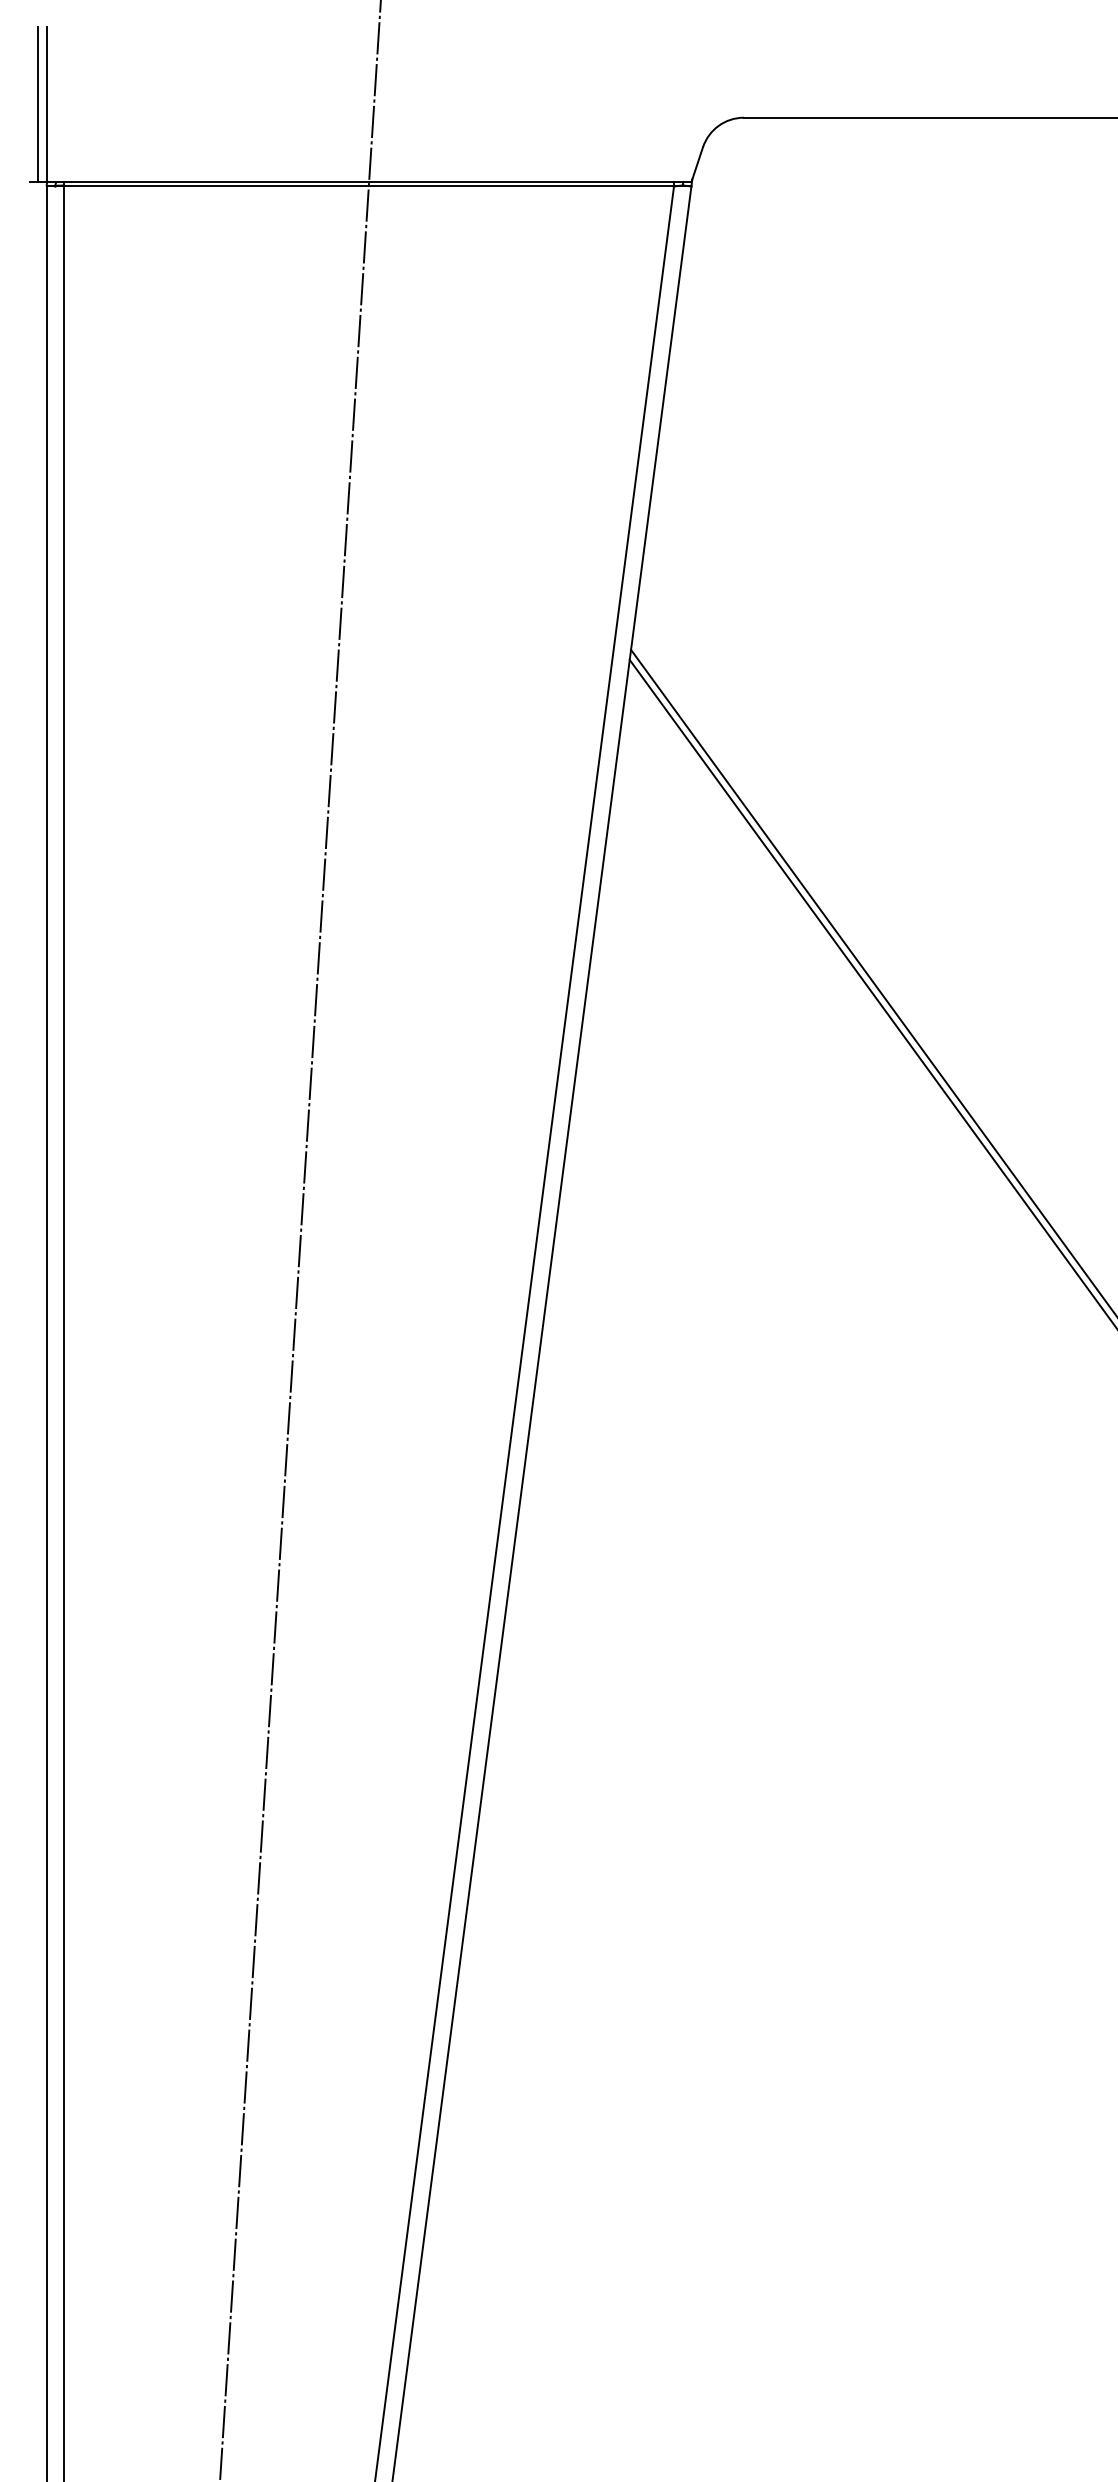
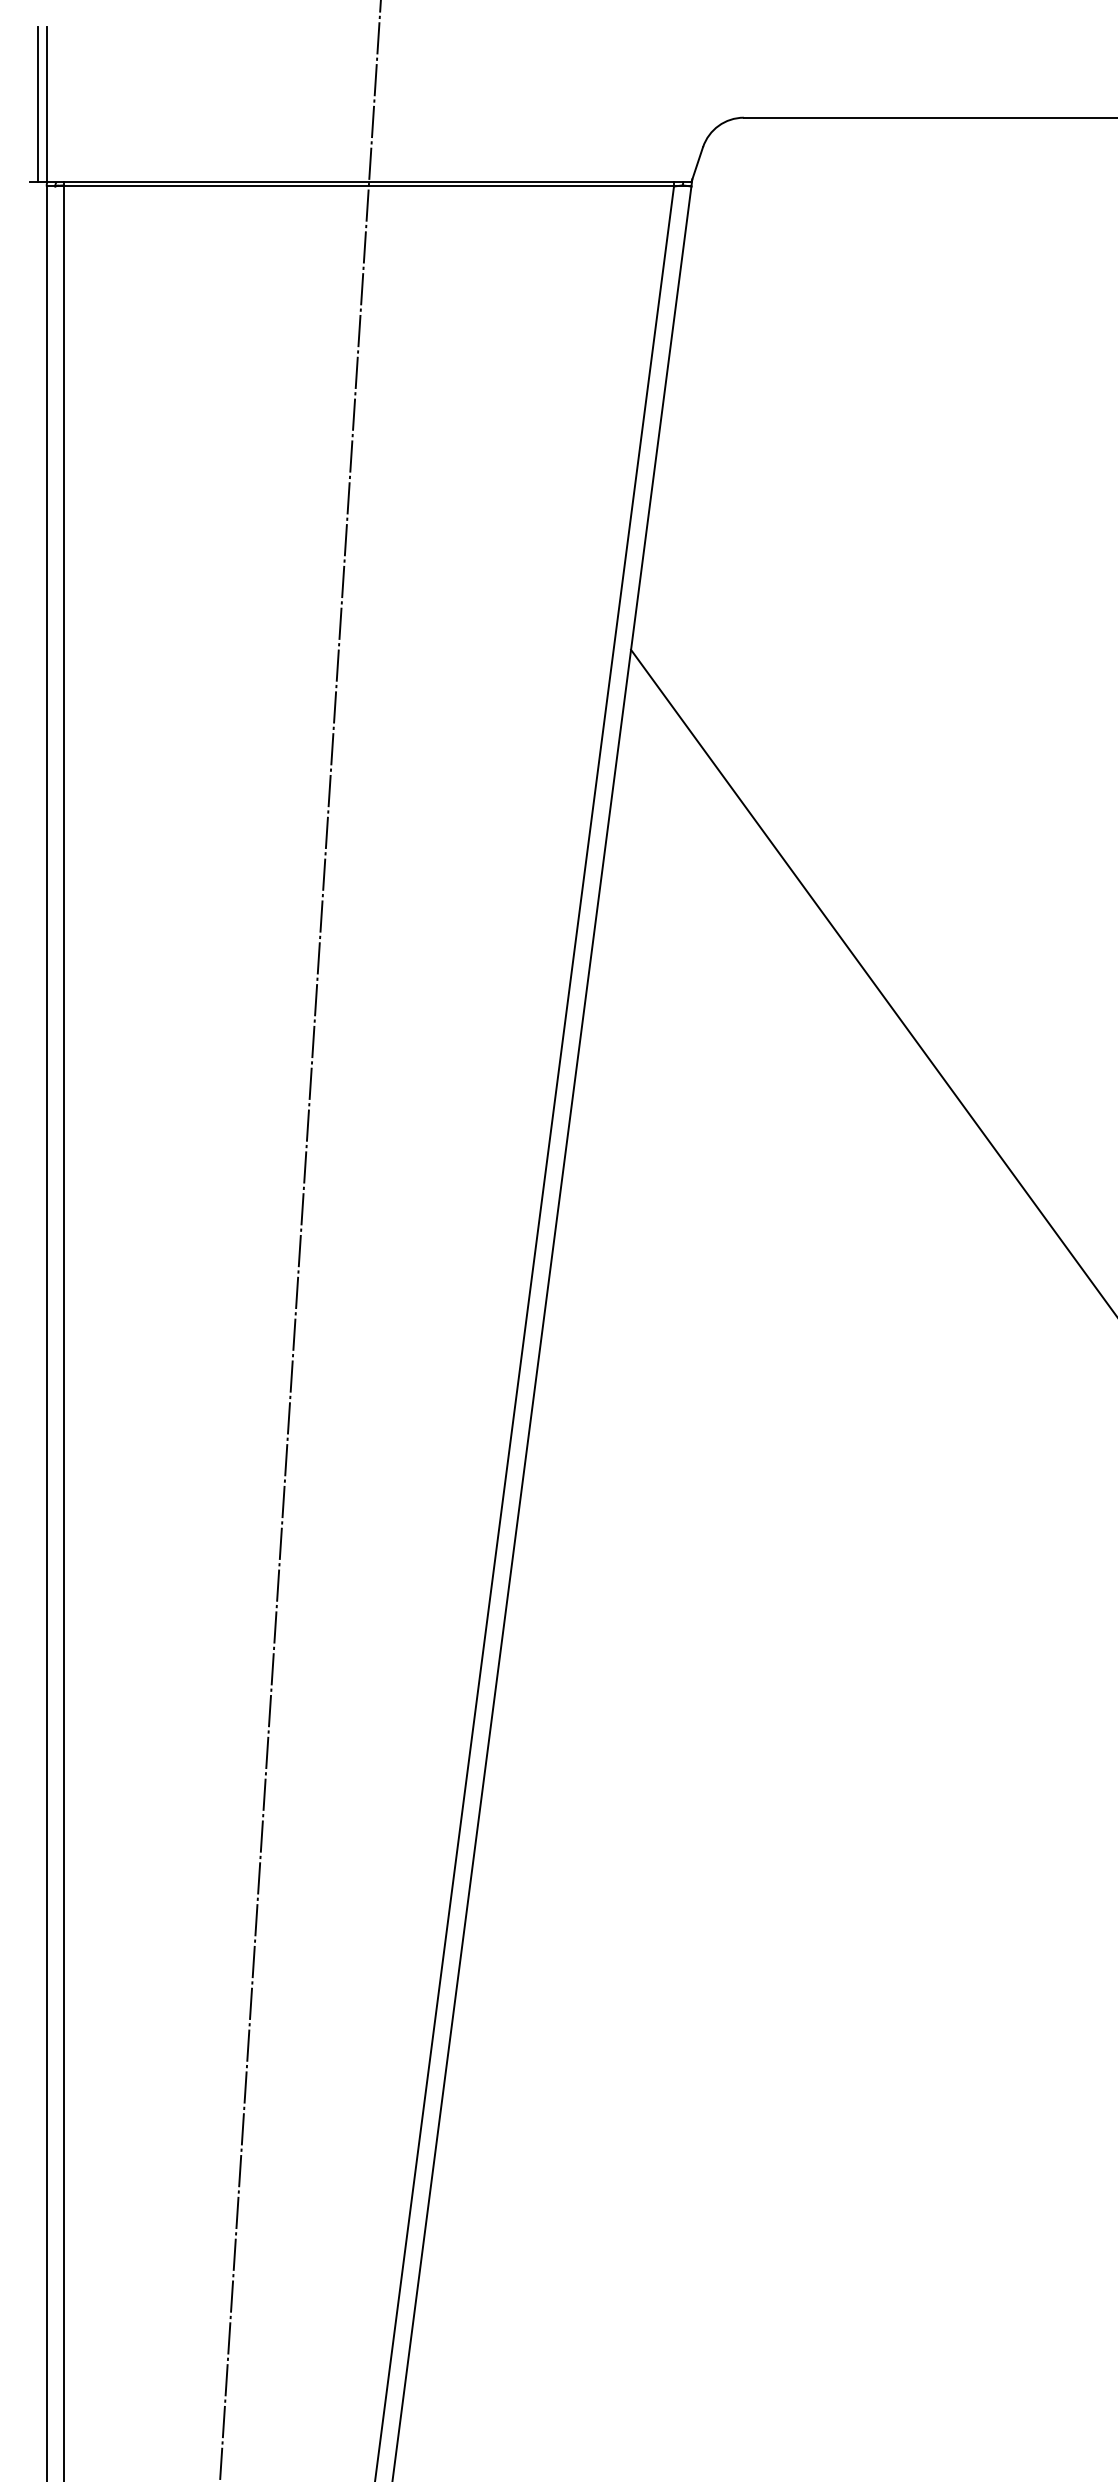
line at (871, 992): present -> none
